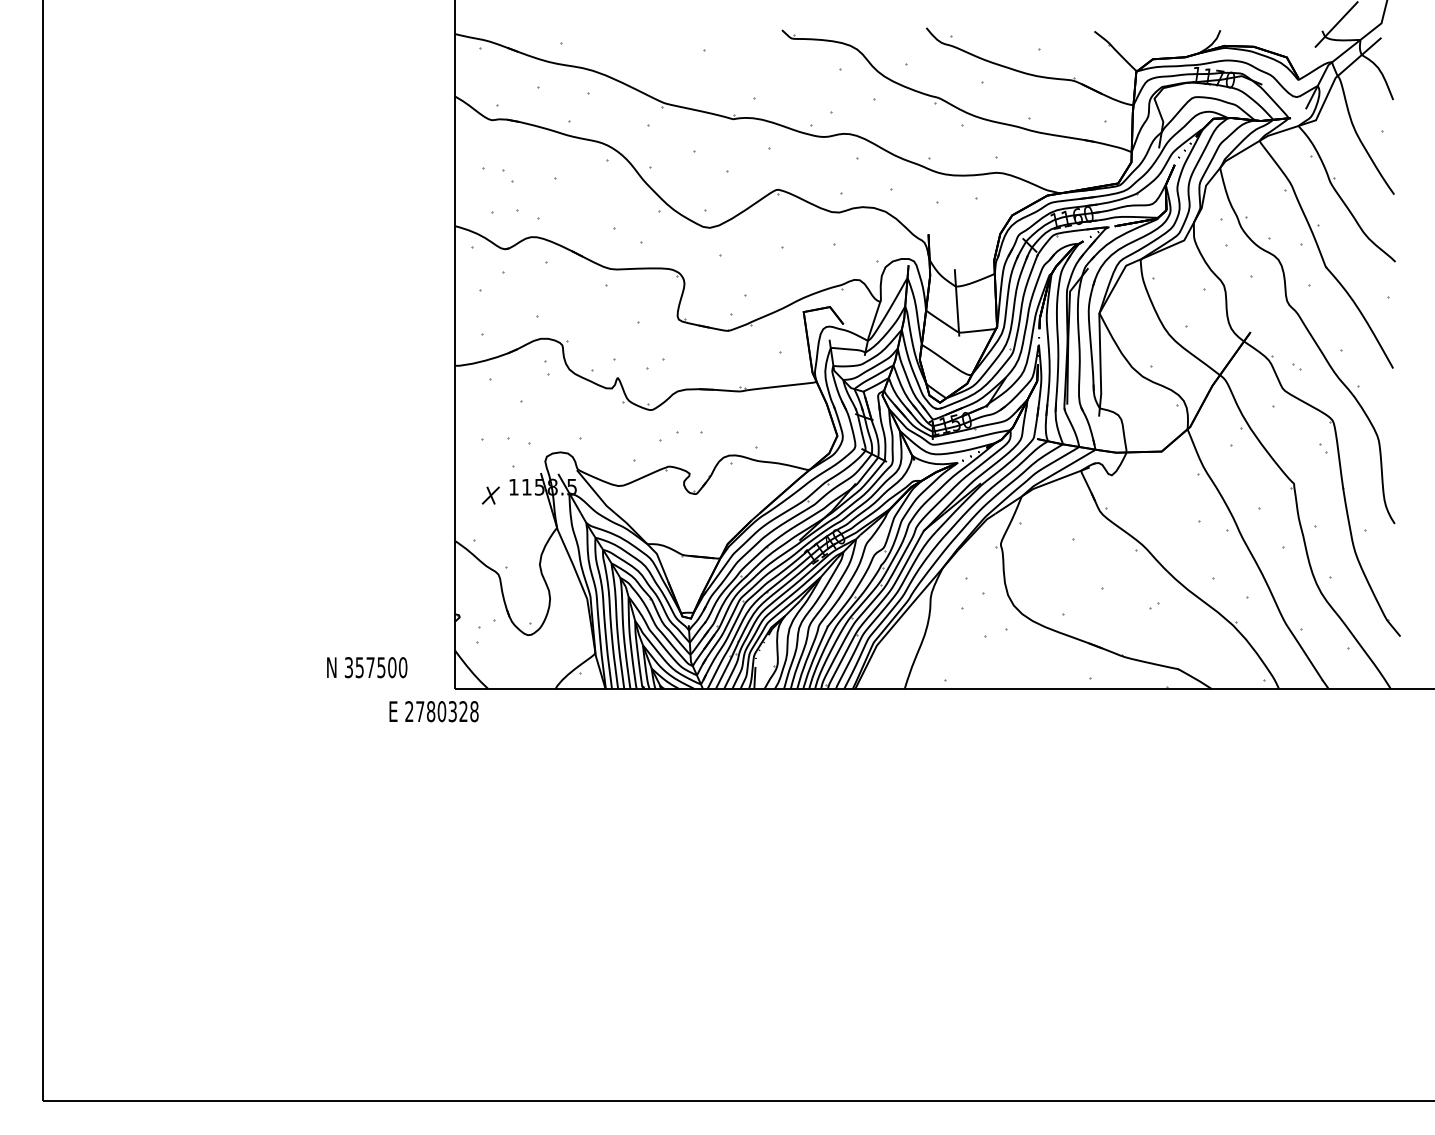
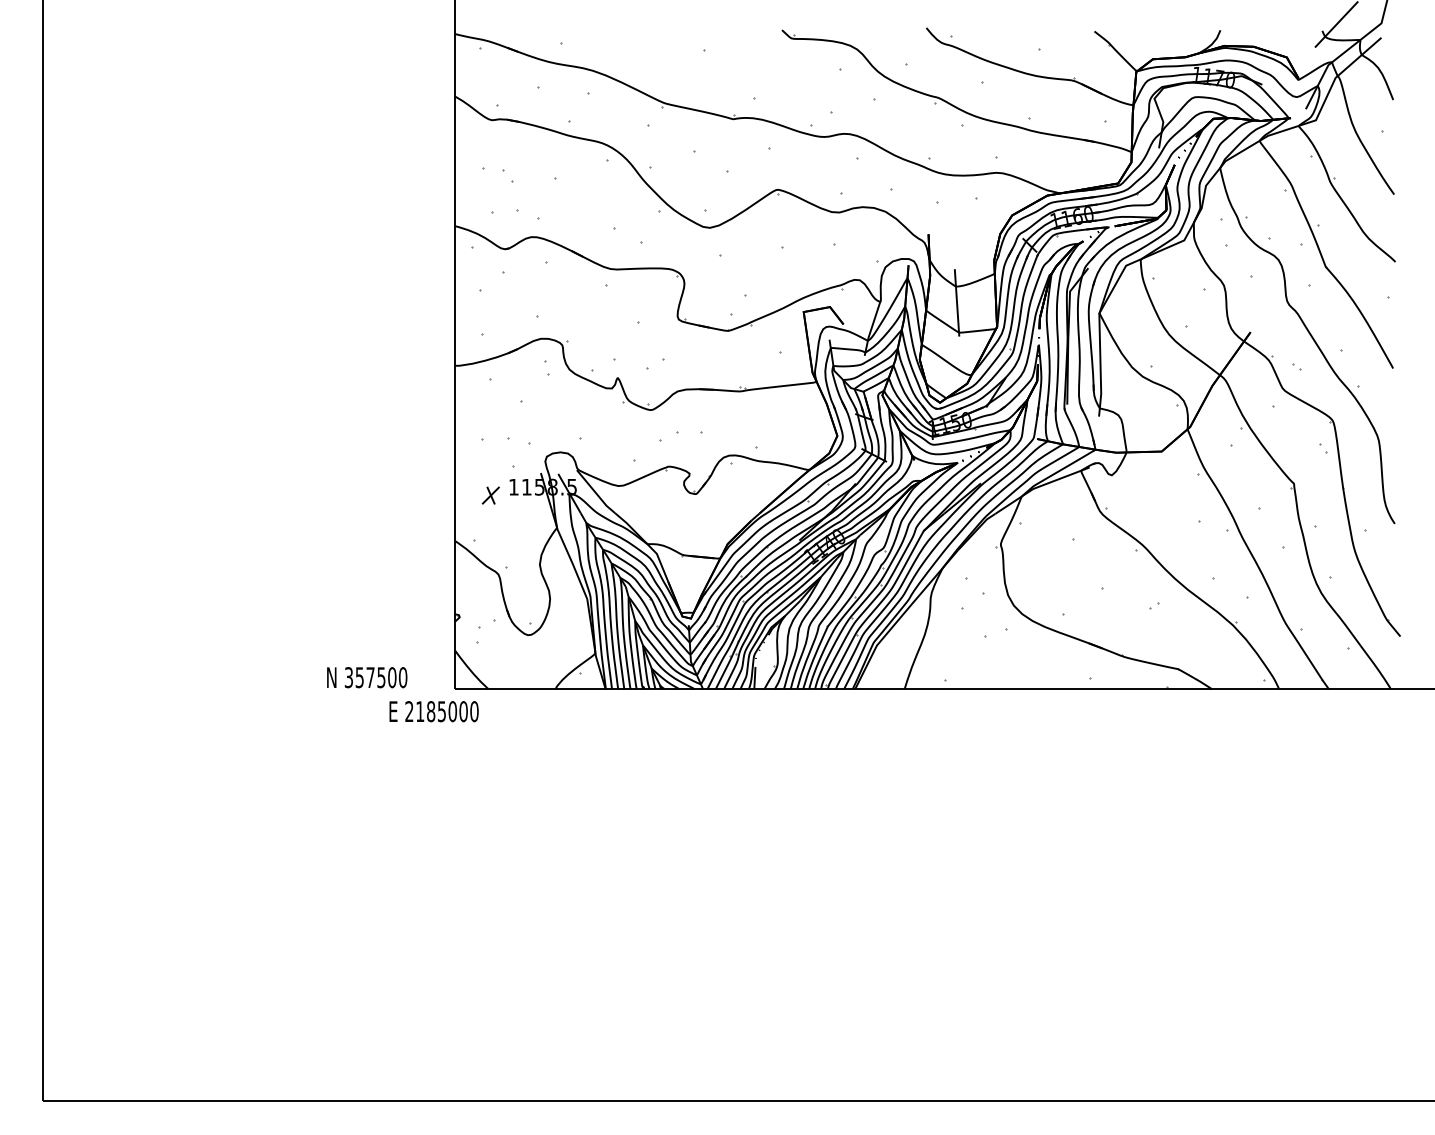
text at (367, 667) position: (367, 667) -> (367, 677)
text at (447, 711): 2780328 -> 2185000
